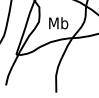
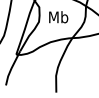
text at (58, 23) position: (58, 23) -> (58, 17)
